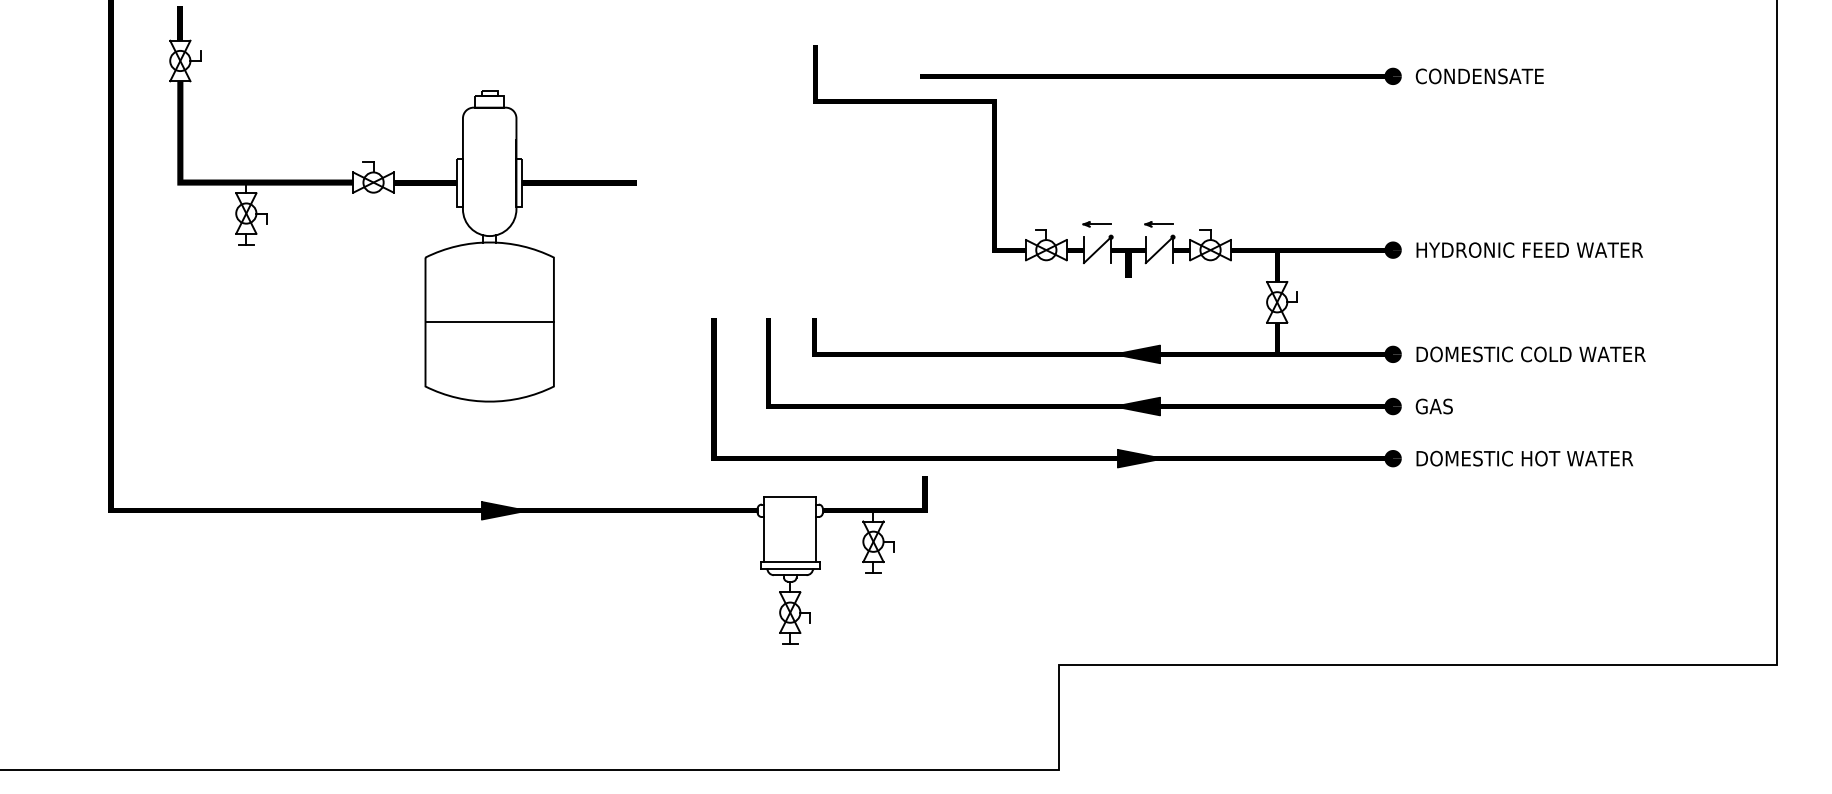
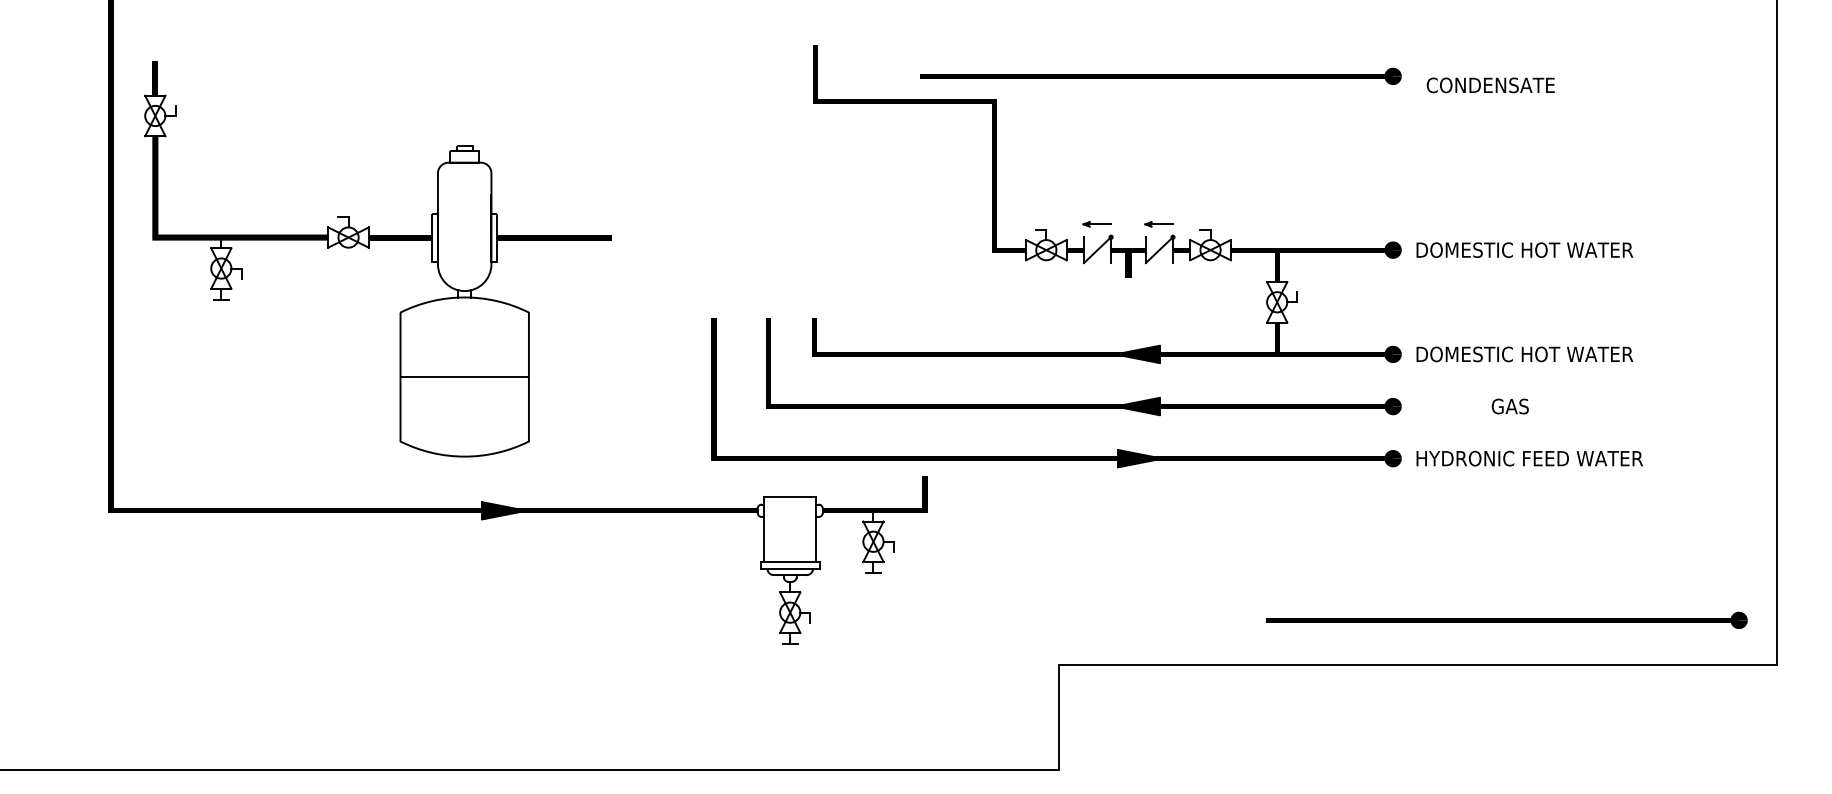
text at (1479, 76) position: (1479, 76) -> (1490, 85)
part at (394, 193) position: (394, 193) -> (369, 248)
text at (1530, 249): HYDRONIC FEED WATER -> DOMESTIC HOT WATER
text at (1583, 354): DOMESTIC COLD WATER -> DOMESTIC HOT WATER
text at (1433, 406) position: (1433, 406) -> (1509, 406)
text at (1530, 458): DOMESTIC HOT WATER -> HYDRONIC FEED WATER
part at (1506, 619): none -> present
